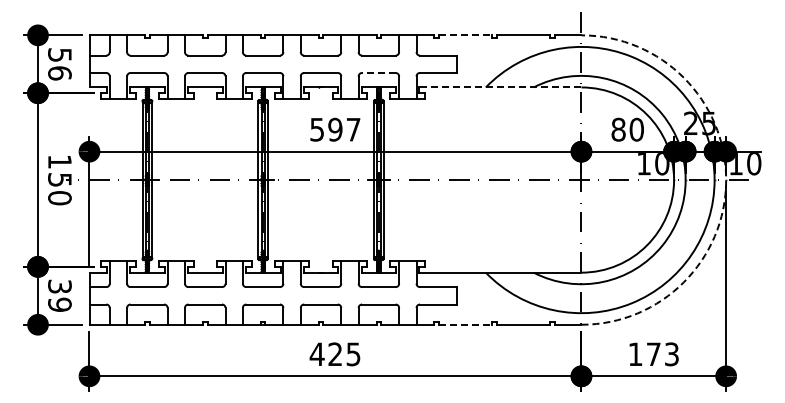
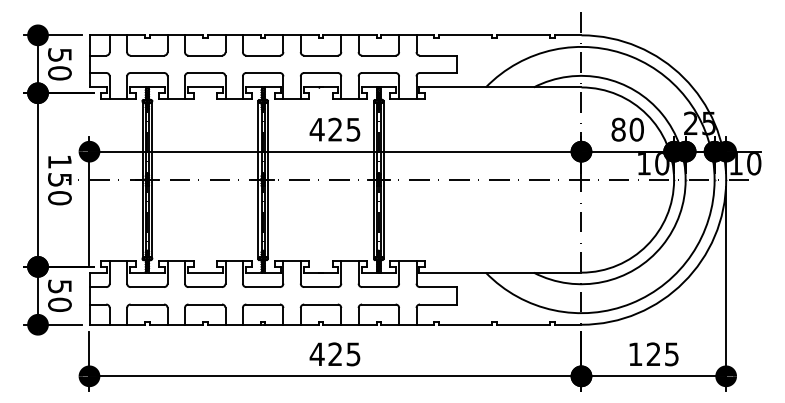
line at (465, 35): dashed -> solid
line at (378, 72): dashed -> solid
text at (59, 73): 56 -> 50
line at (499, 87): dashed -> solid
text at (334, 129): 597 -> 425
arc at (726, 180): dashed -> solid
text at (59, 295): 39 -> 50
line at (465, 324): dashed -> solid
text at (662, 353): 173 -> 125
